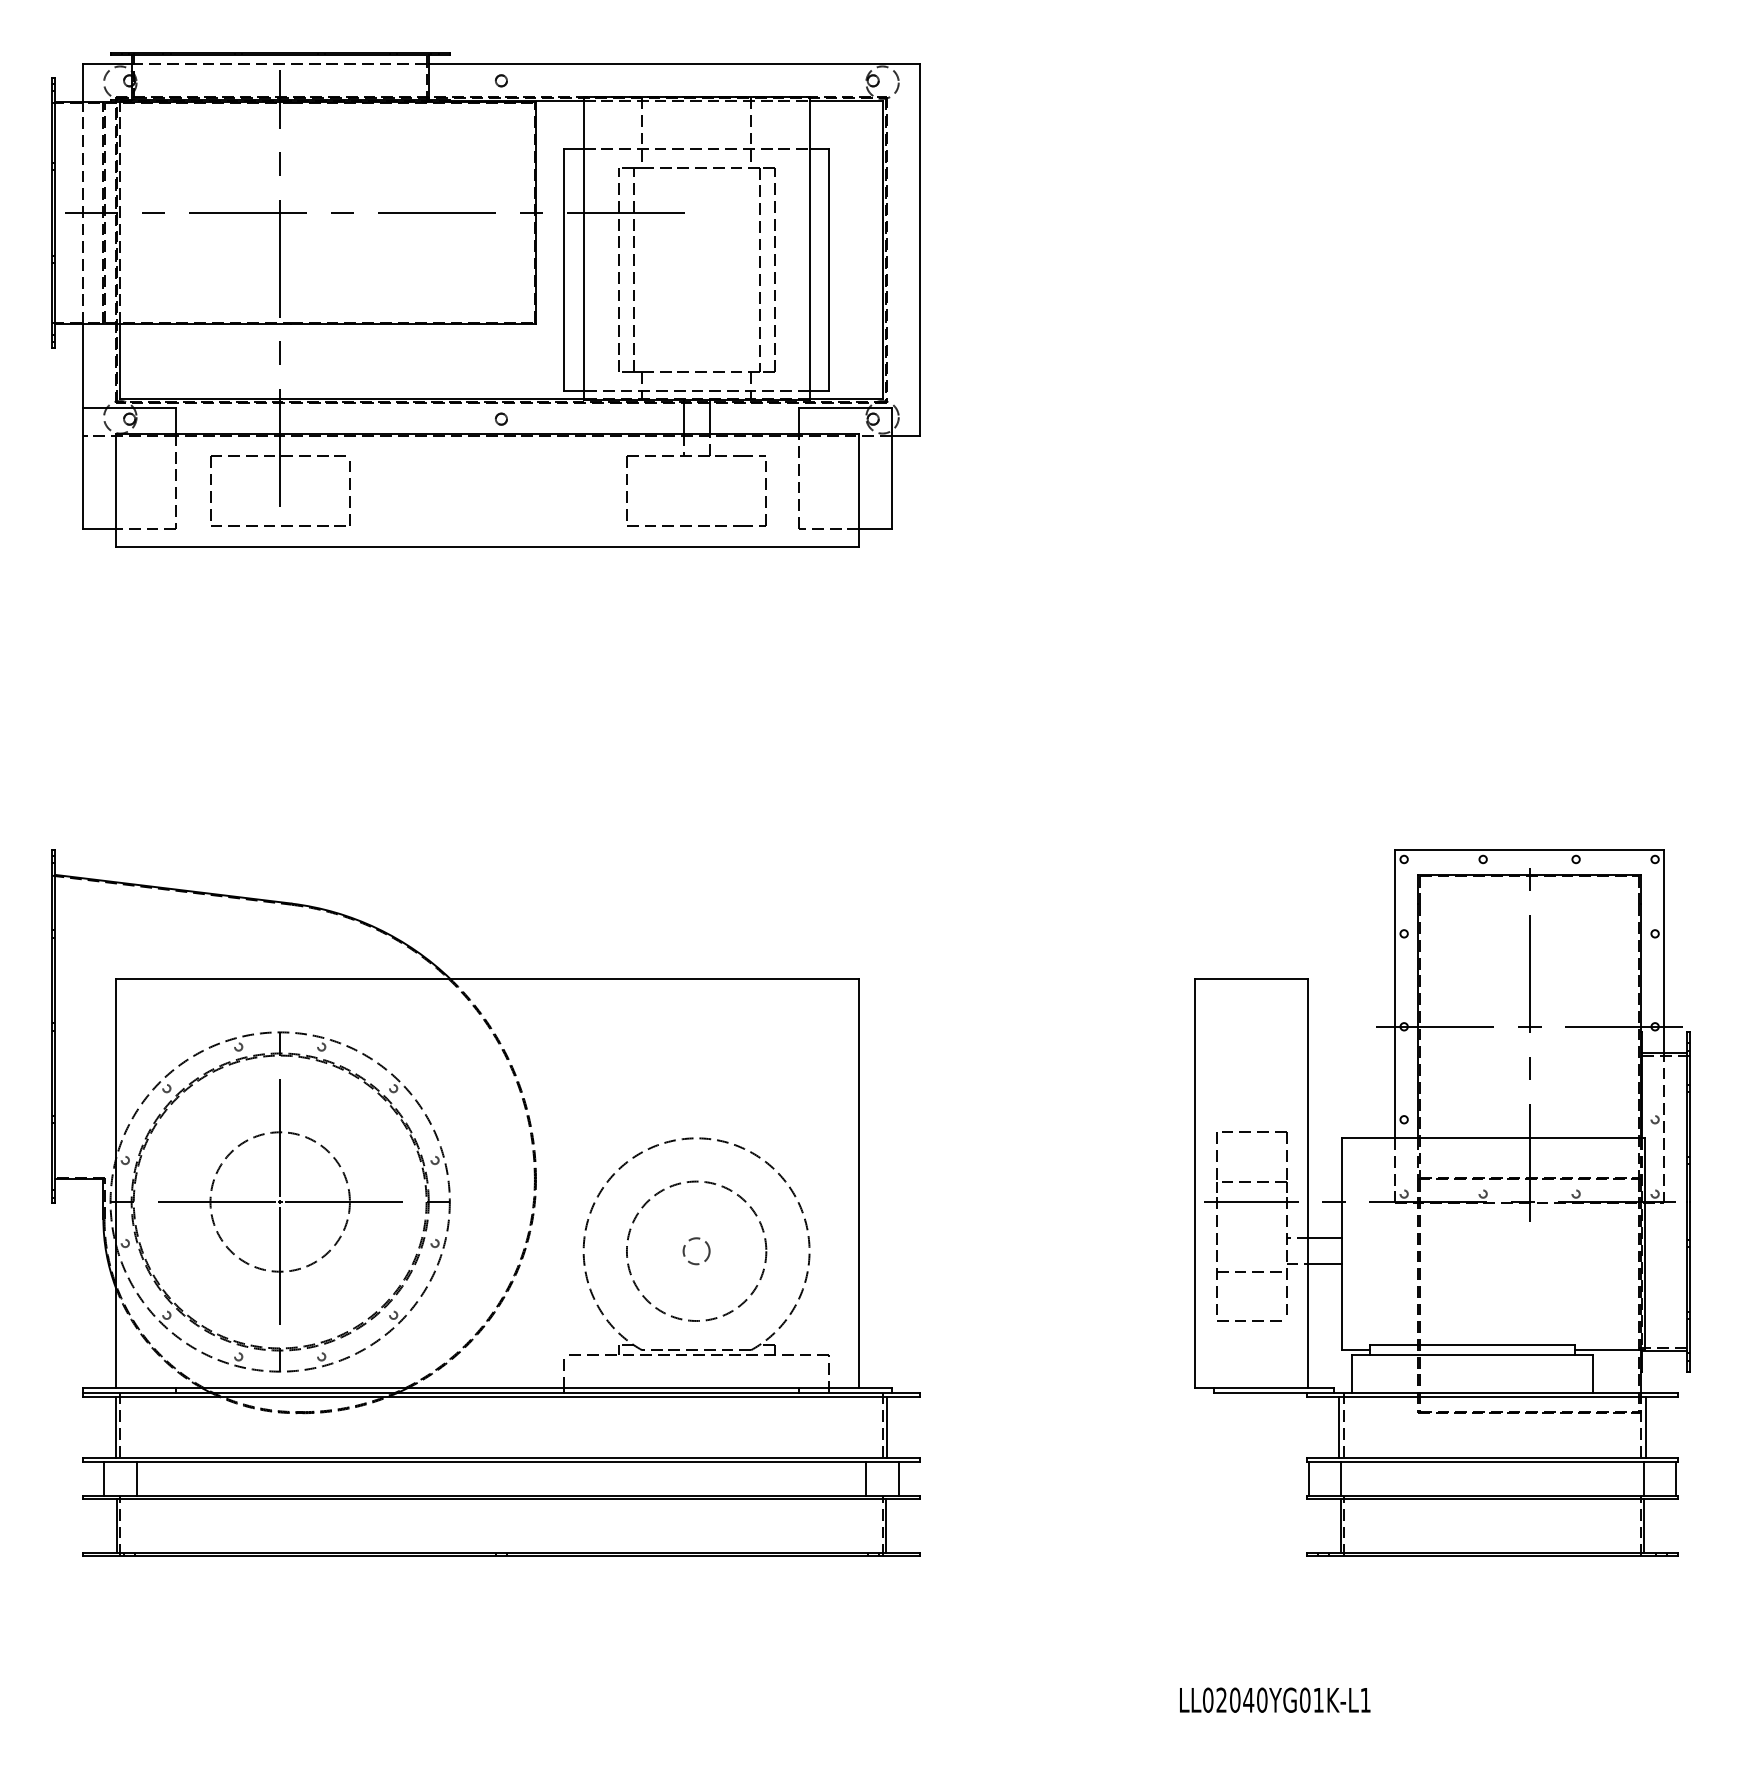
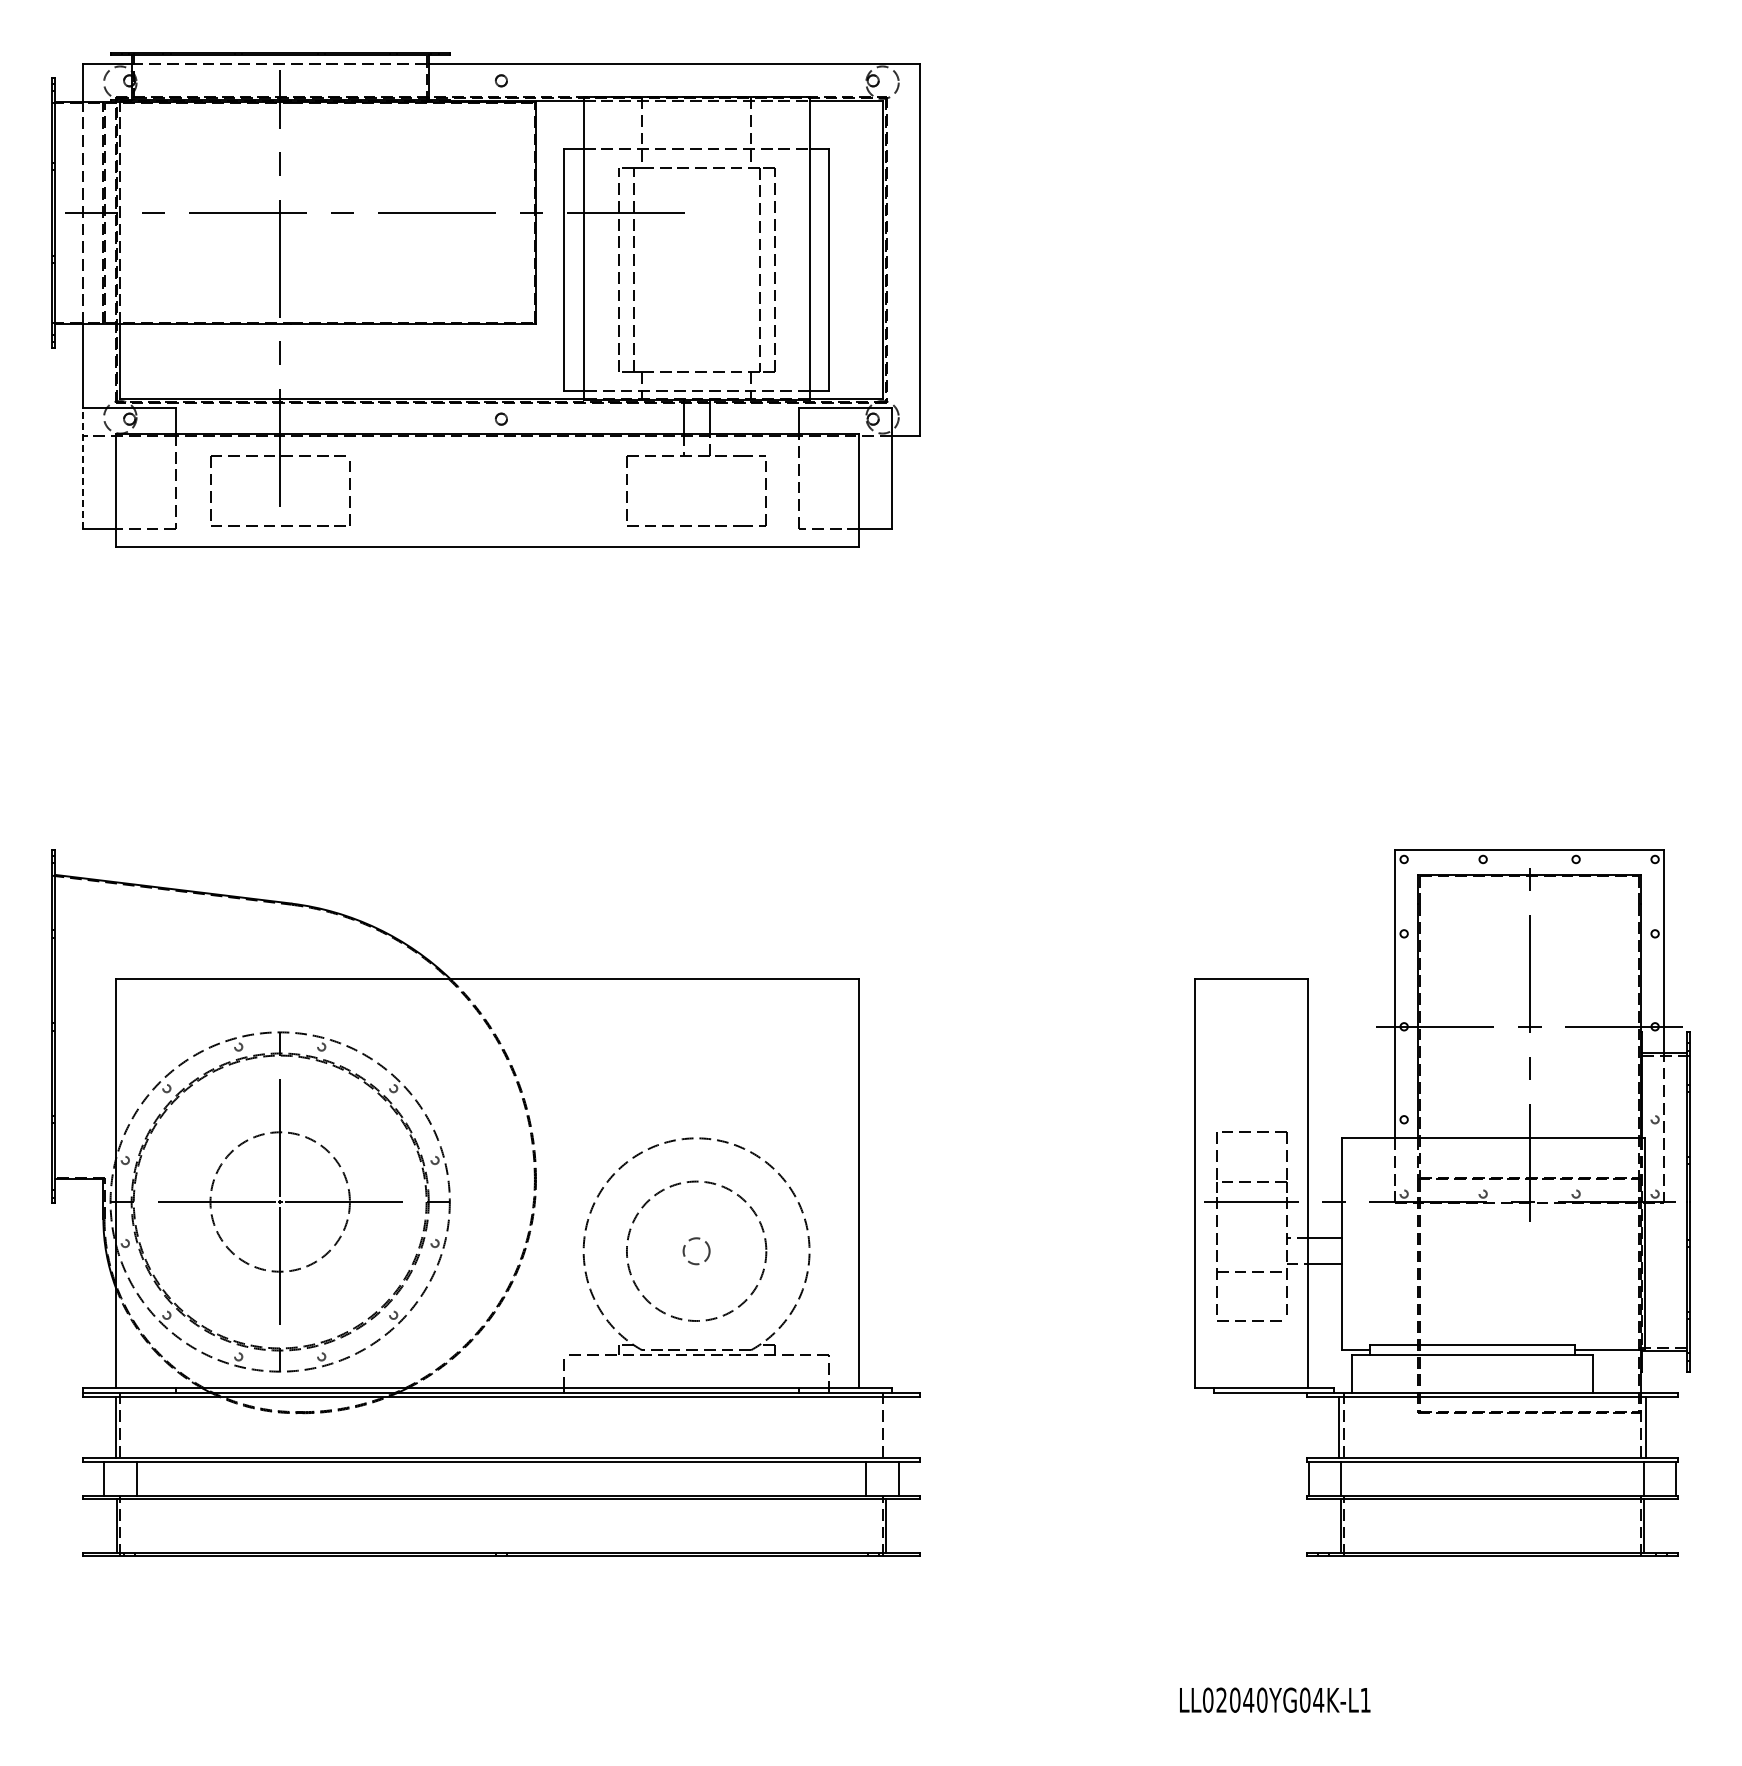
line at (83, 467): solid -> dashed
line at (887, 1427): present -> none
text at (1318, 1700): LL02040YG01K-L1 -> LL02040YG04K-L1
